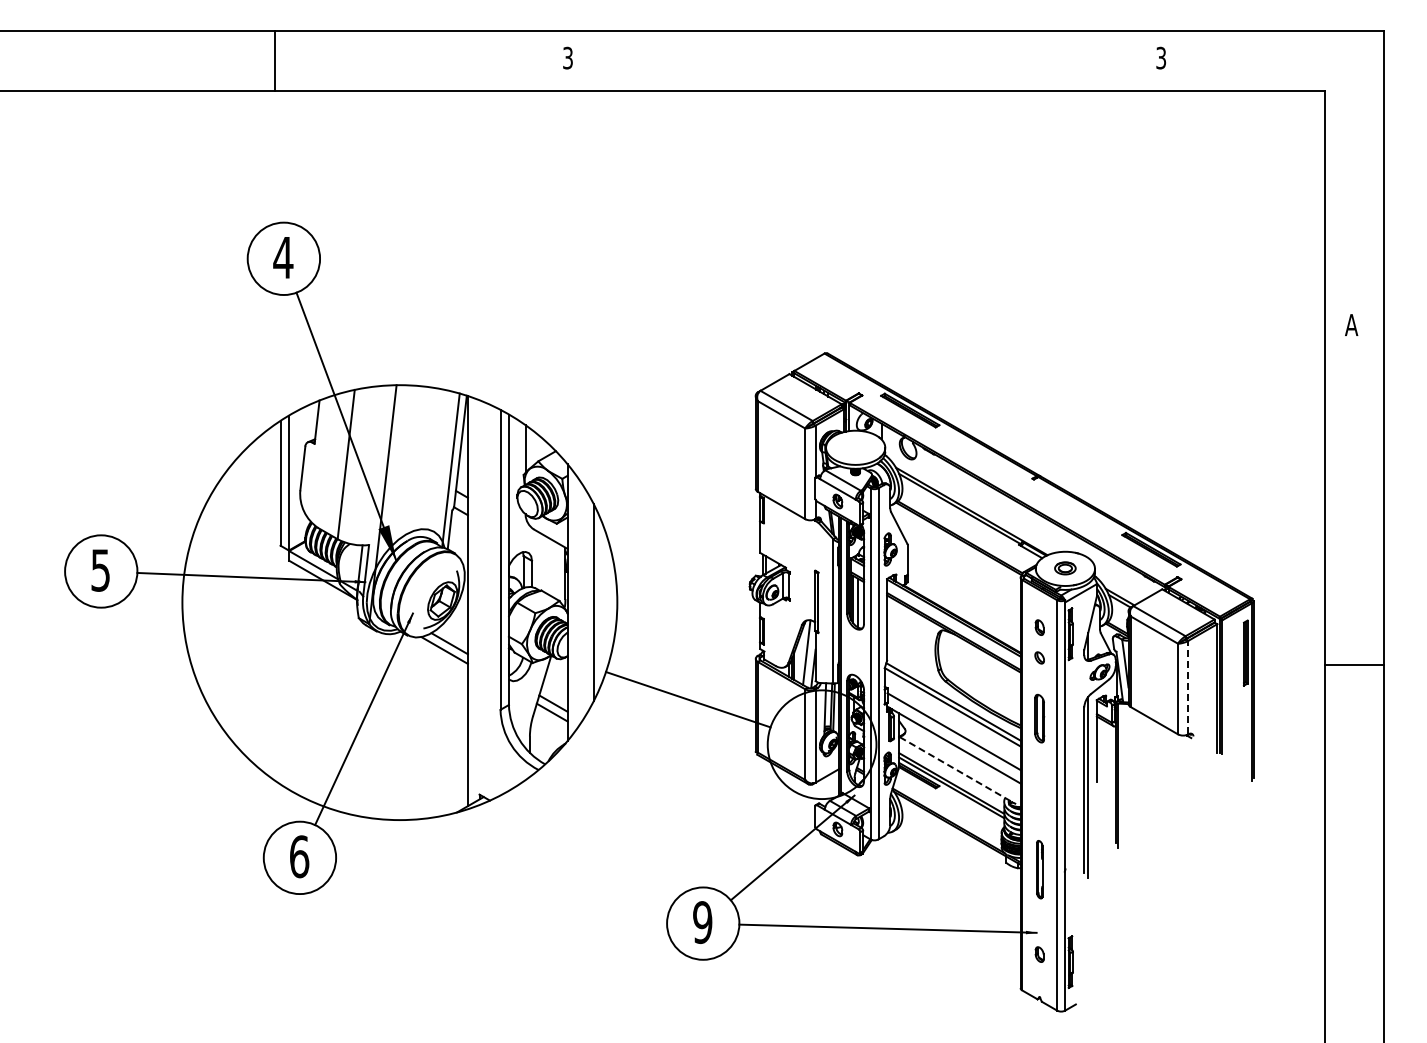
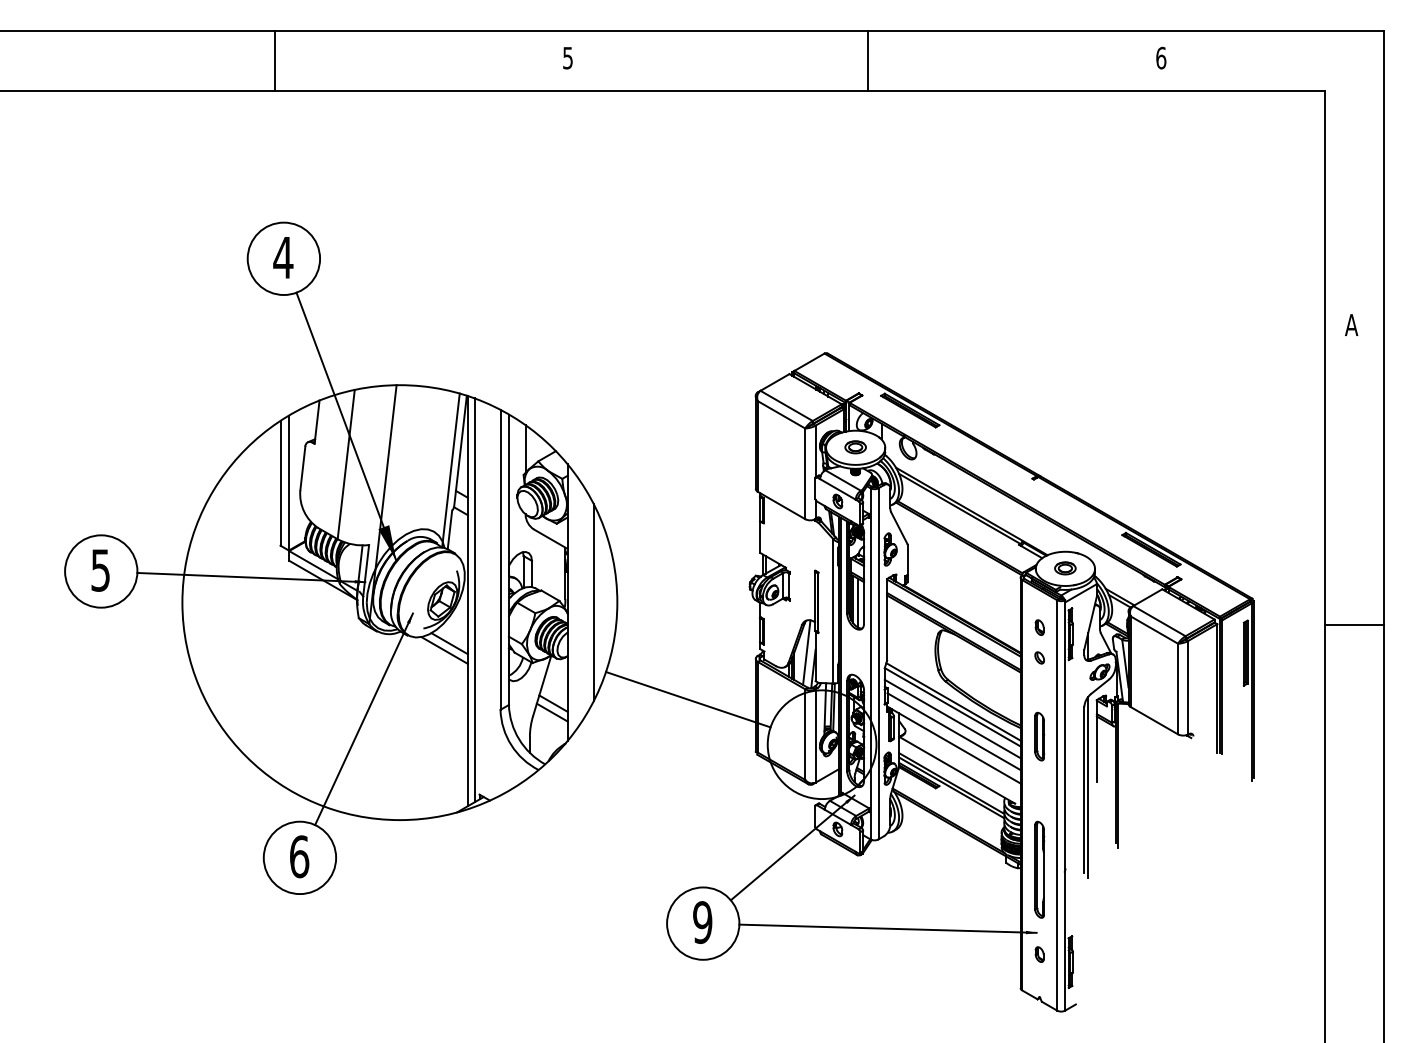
text at (567, 57): 3 -> 5
text at (1161, 57): 3 -> 6
line at (868, 60): none -> present
part at (855, 447): none -> present
line at (474, 600): none -> present
line at (1354, 664) position: (1354, 664) -> (1354, 624)
line at (1188, 687): dashed -> solid
line at (952, 718): none -> present
part at (1039, 718) position: (1039, 718) -> (1039, 736)
line at (957, 770): dashed -> solid
part at (1039, 869) size: 8x60 px -> 12x99 px
